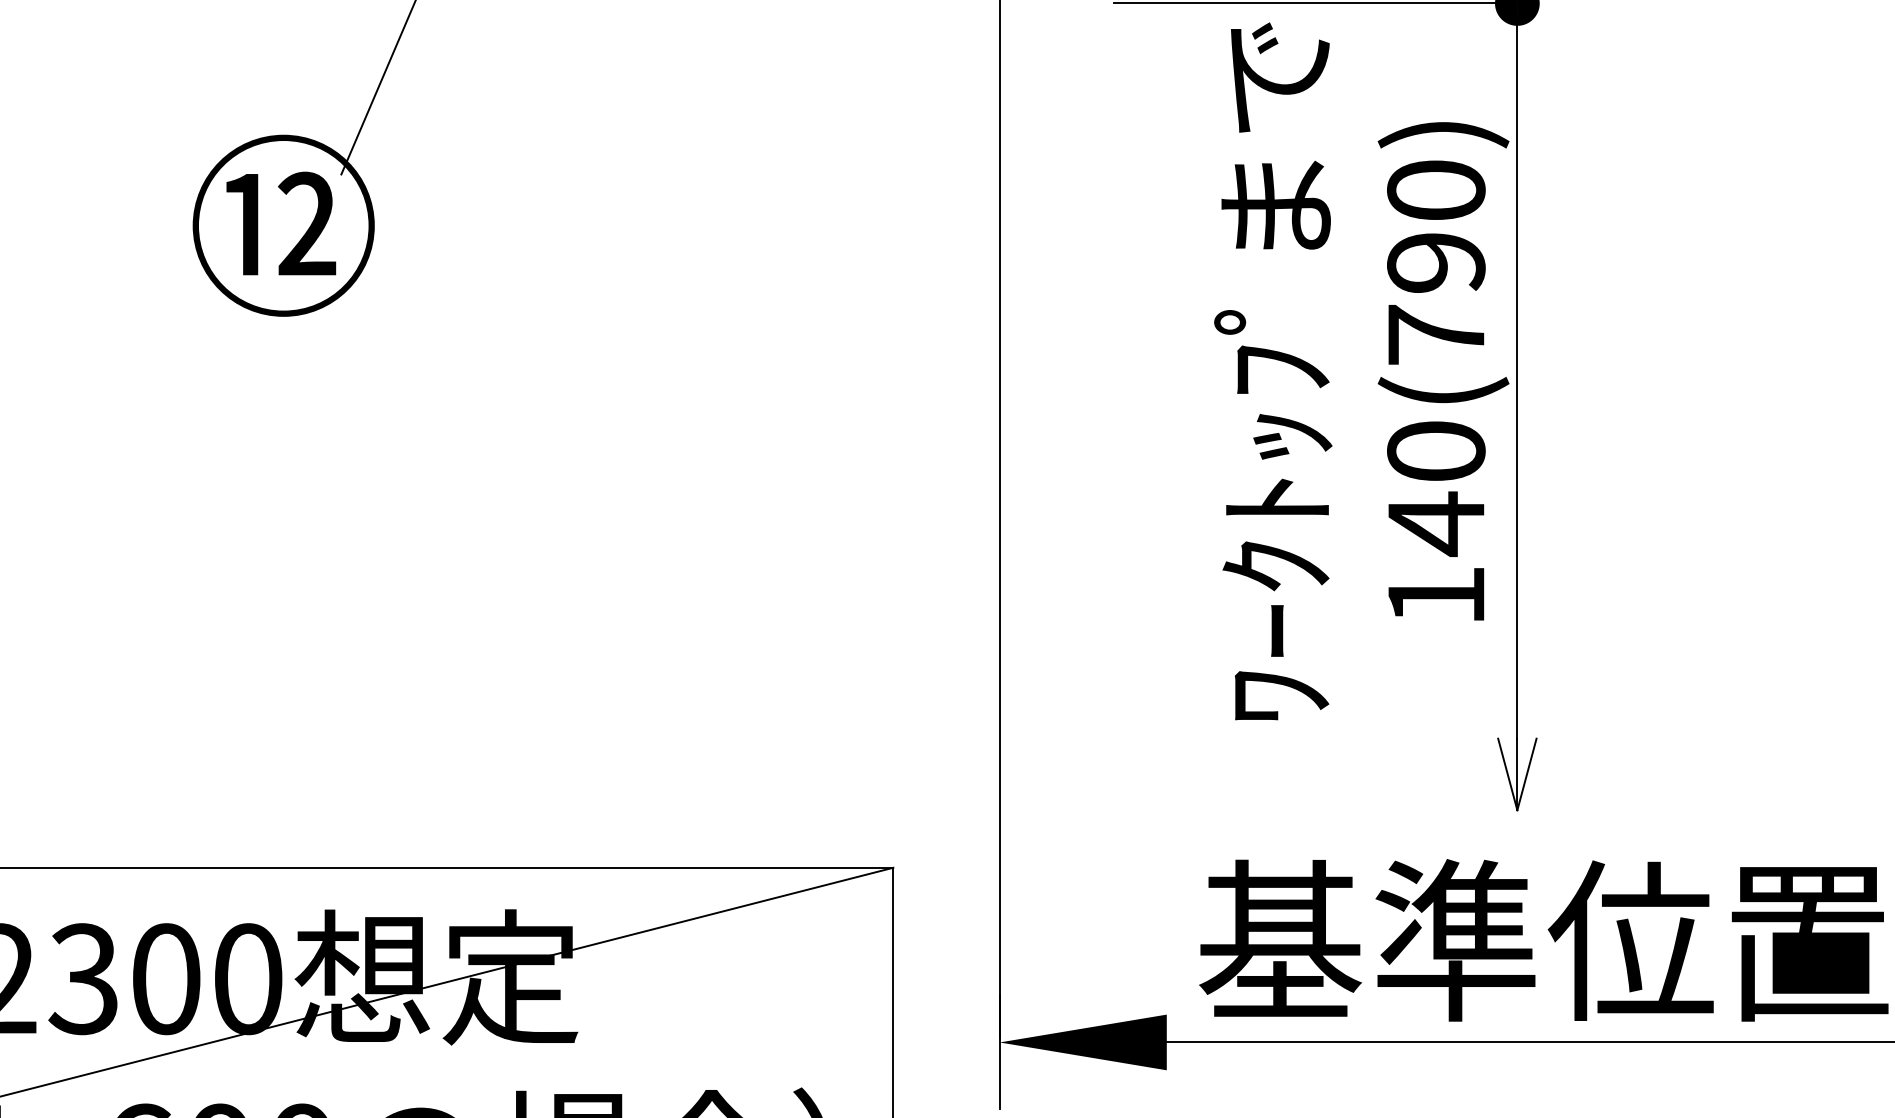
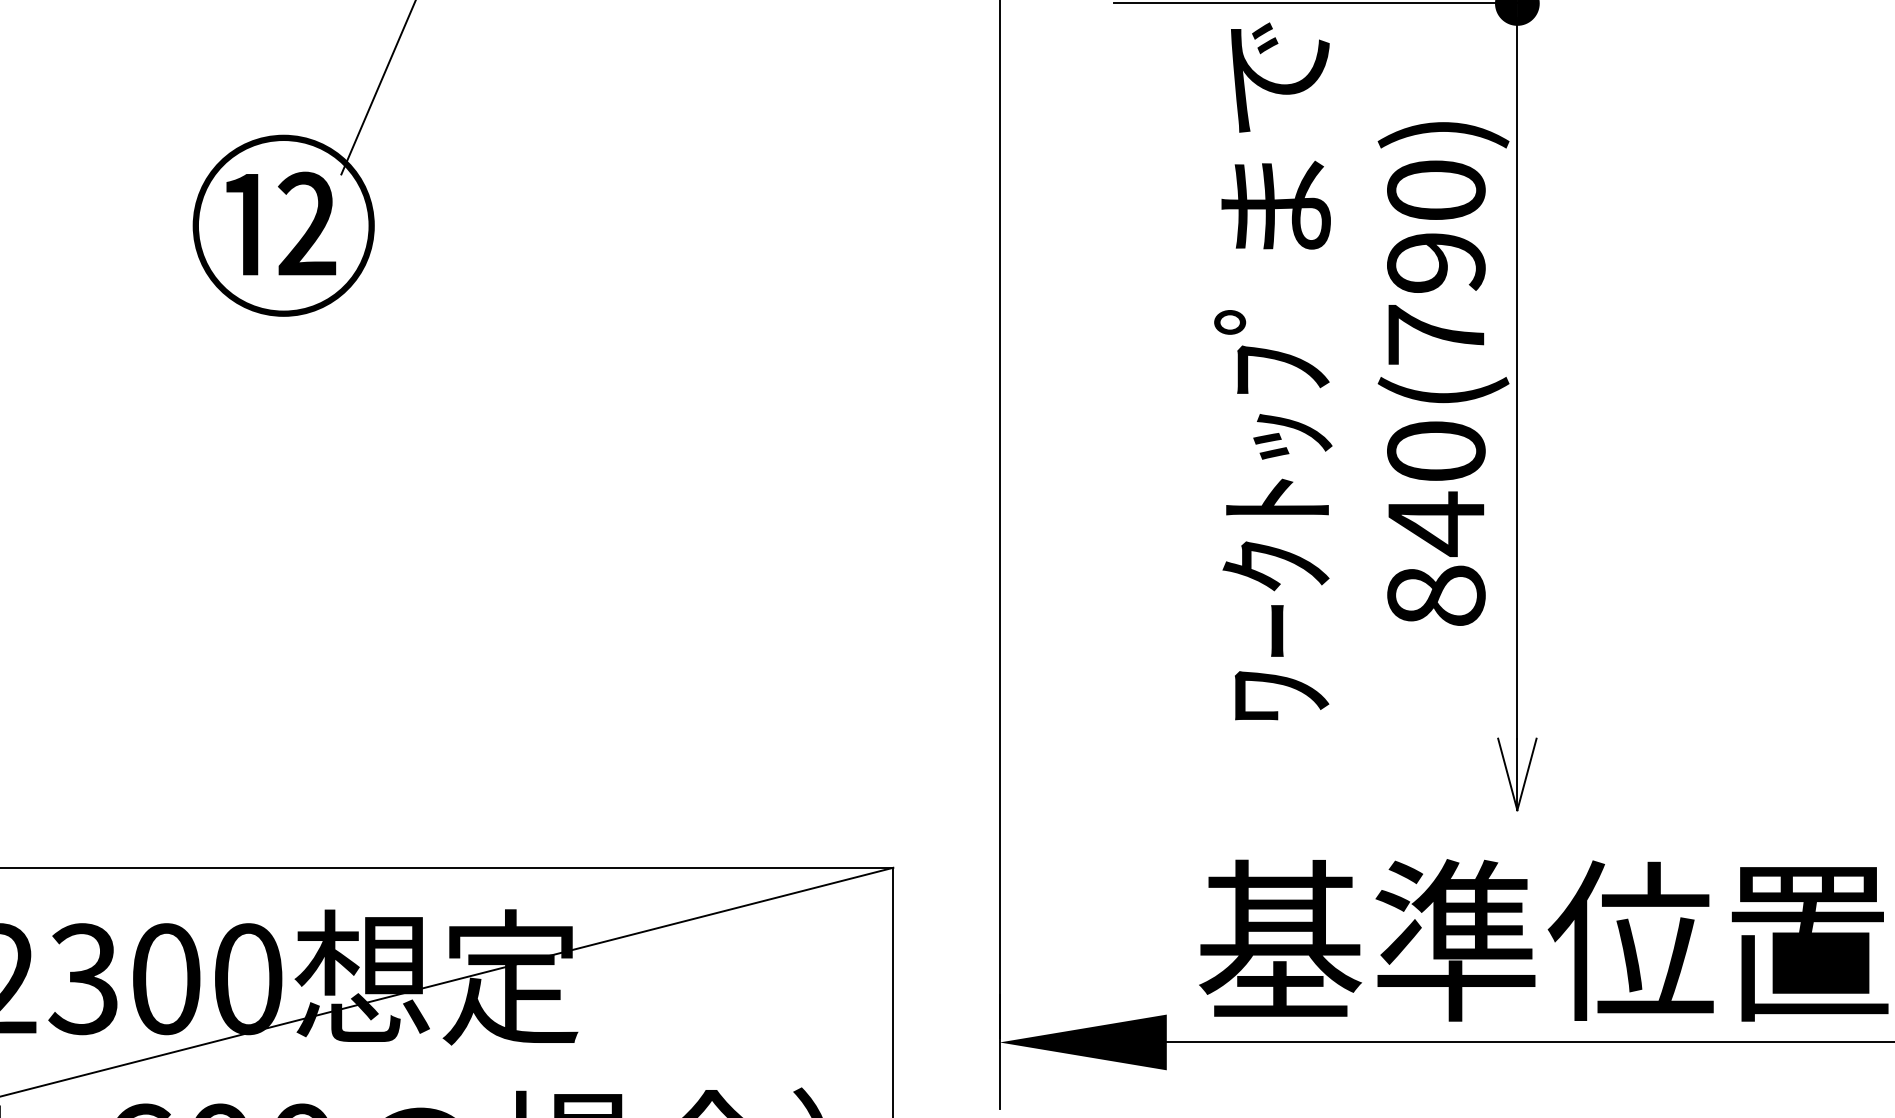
text at (1436, 595): 140(790) -> 840(790)
